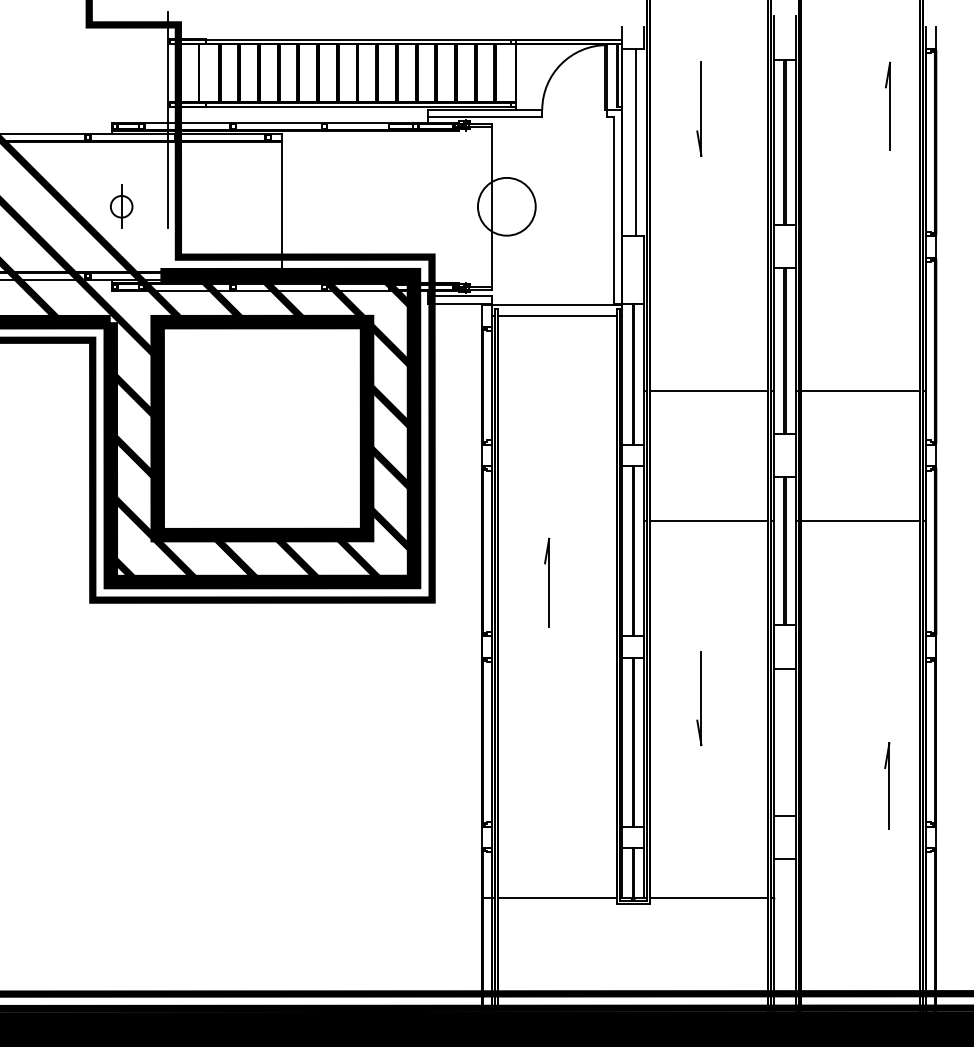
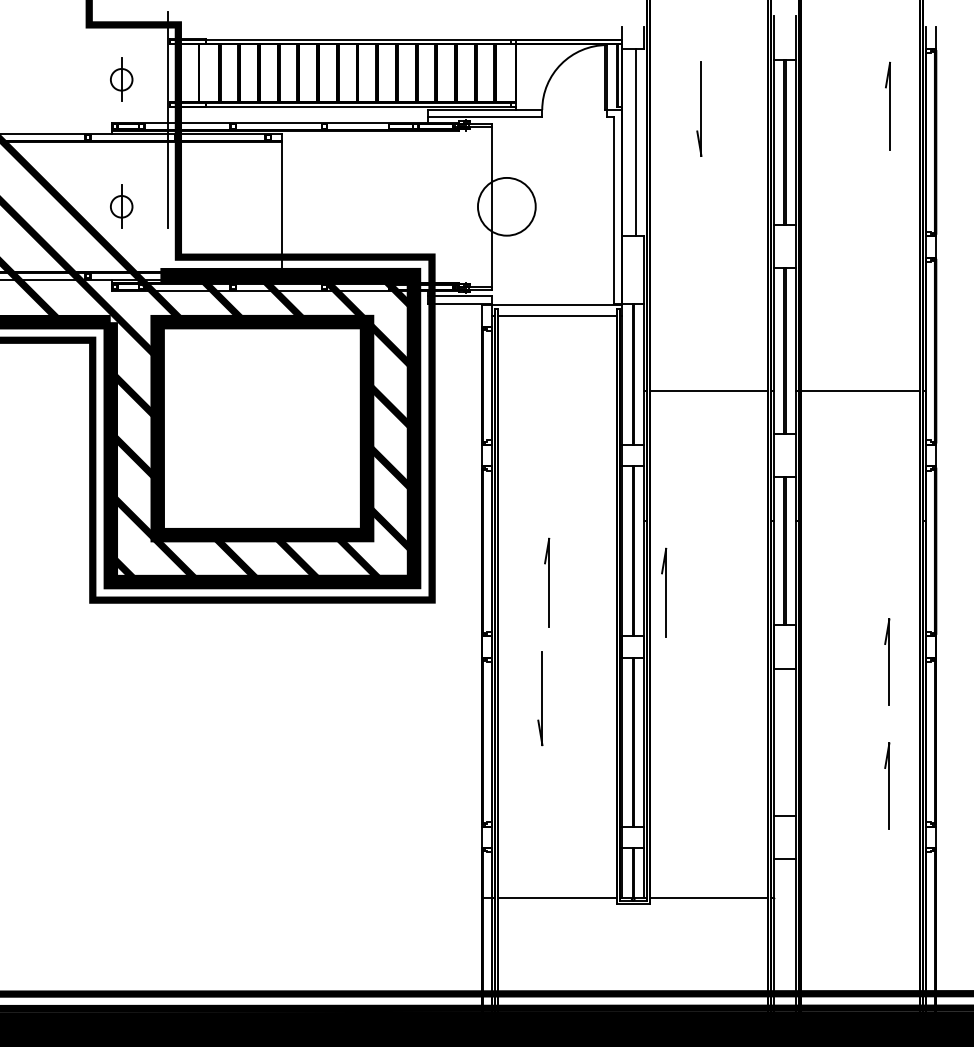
part at (121, 79): none -> present
line at (708, 520): present -> none
line at (860, 520): present -> none
part at (664, 592): none -> present
part at (887, 661): none -> present
part at (699, 698) position: (699, 698) -> (540, 698)
